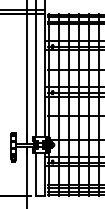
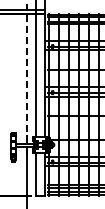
line at (26, 71): solid -> dashed
